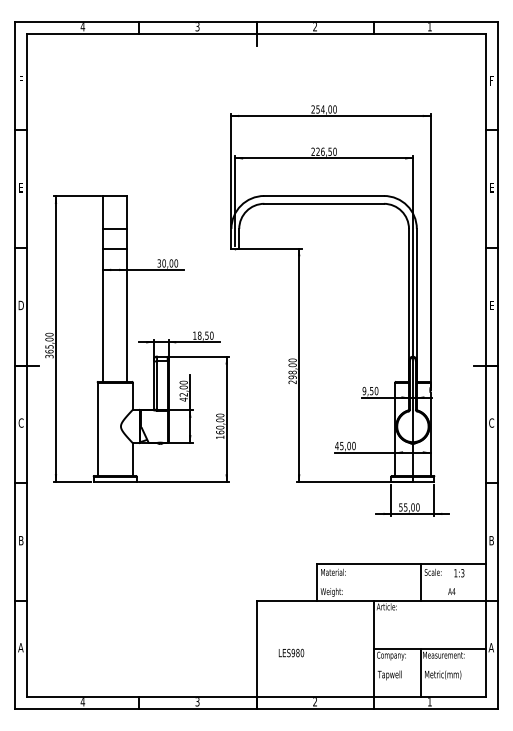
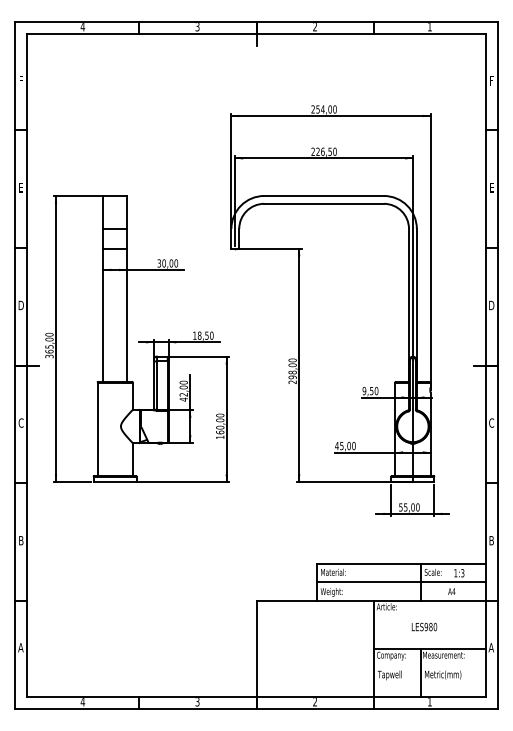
text at (491, 305): E -> D
line at (401, 582): none -> present
text at (291, 652) position: (291, 652) -> (424, 626)
